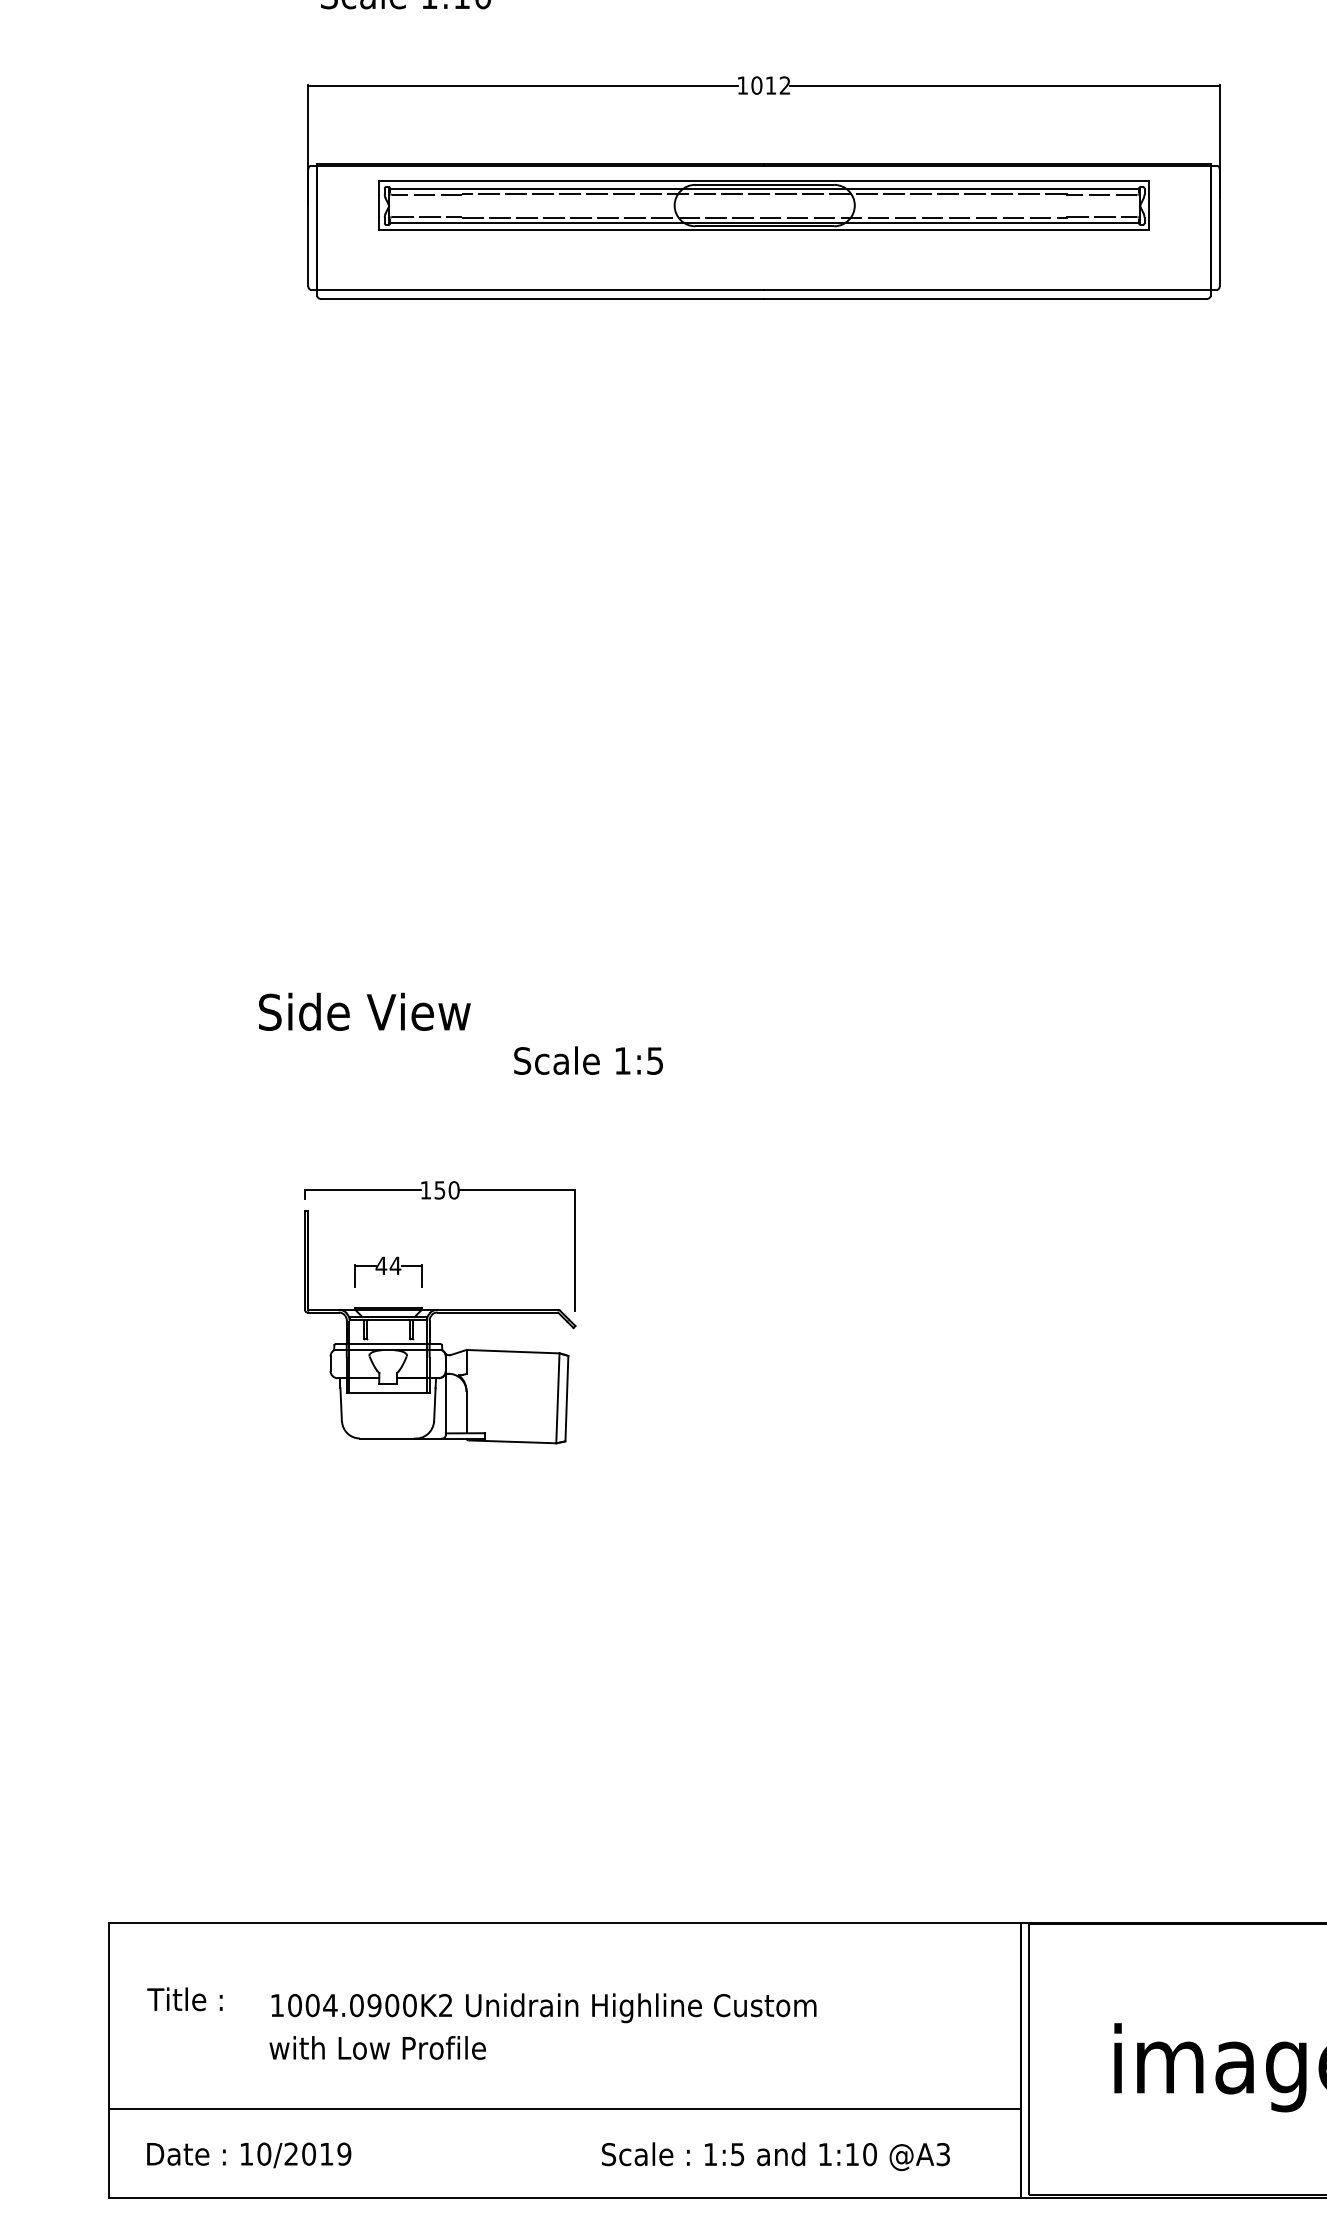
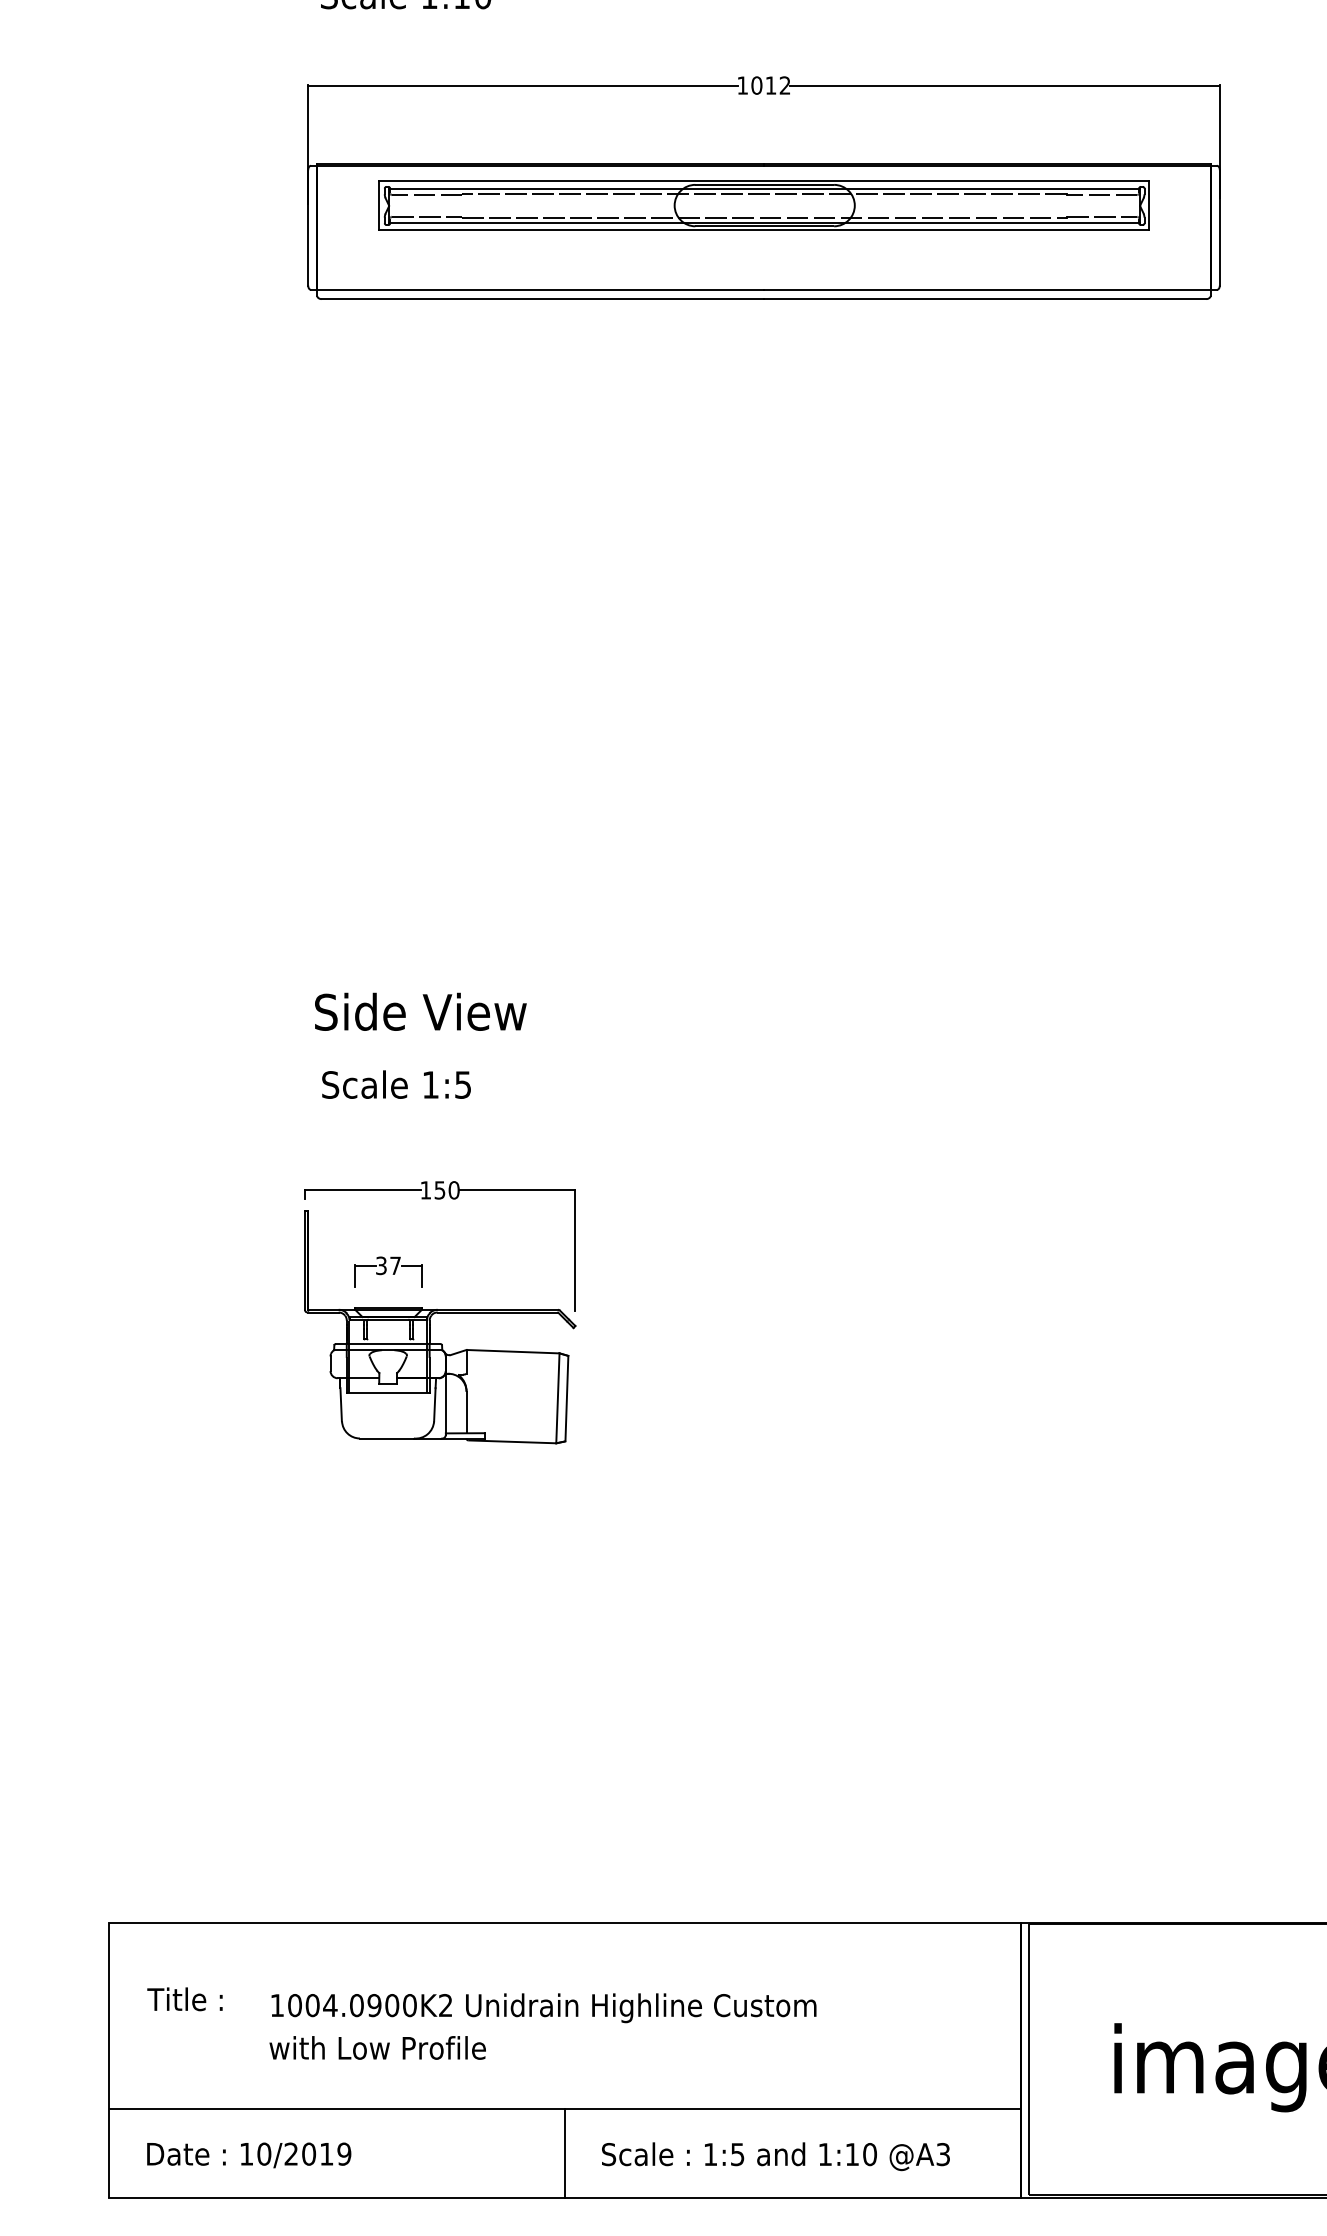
text at (364, 1011) position: (364, 1011) -> (420, 1011)
text at (588, 1060) position: (588, 1060) -> (396, 1084)
text at (388, 1265): 44 -> 37
line at (564, 2153): none -> present
